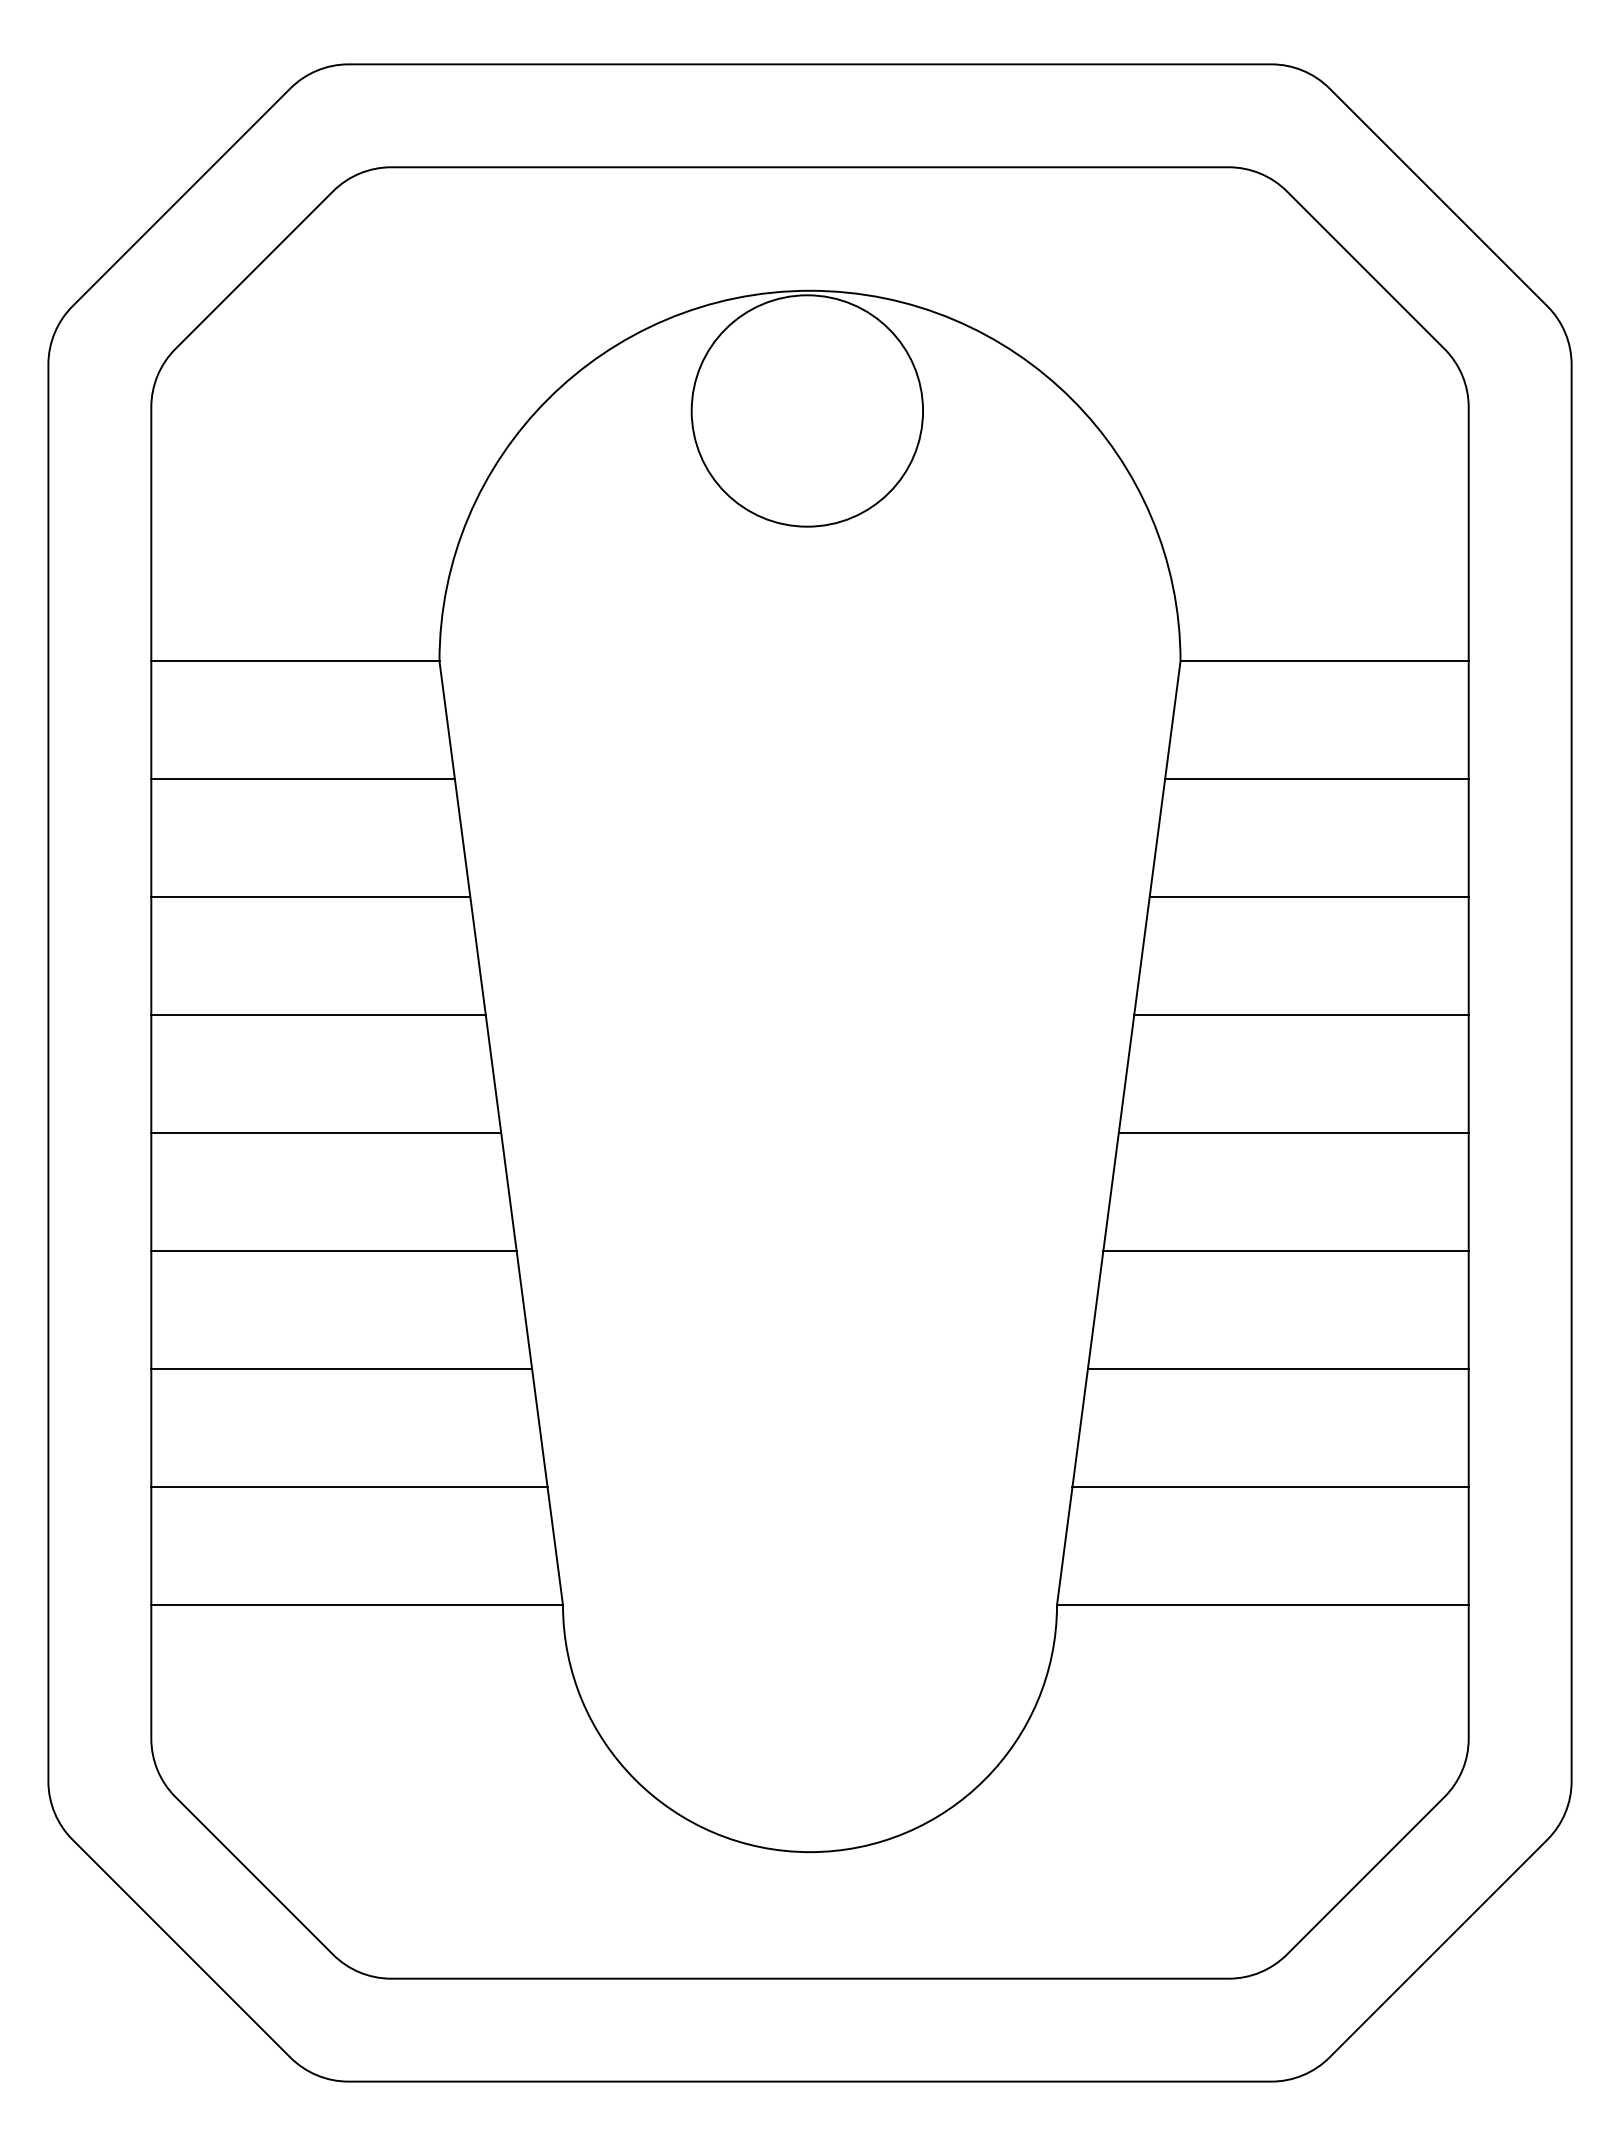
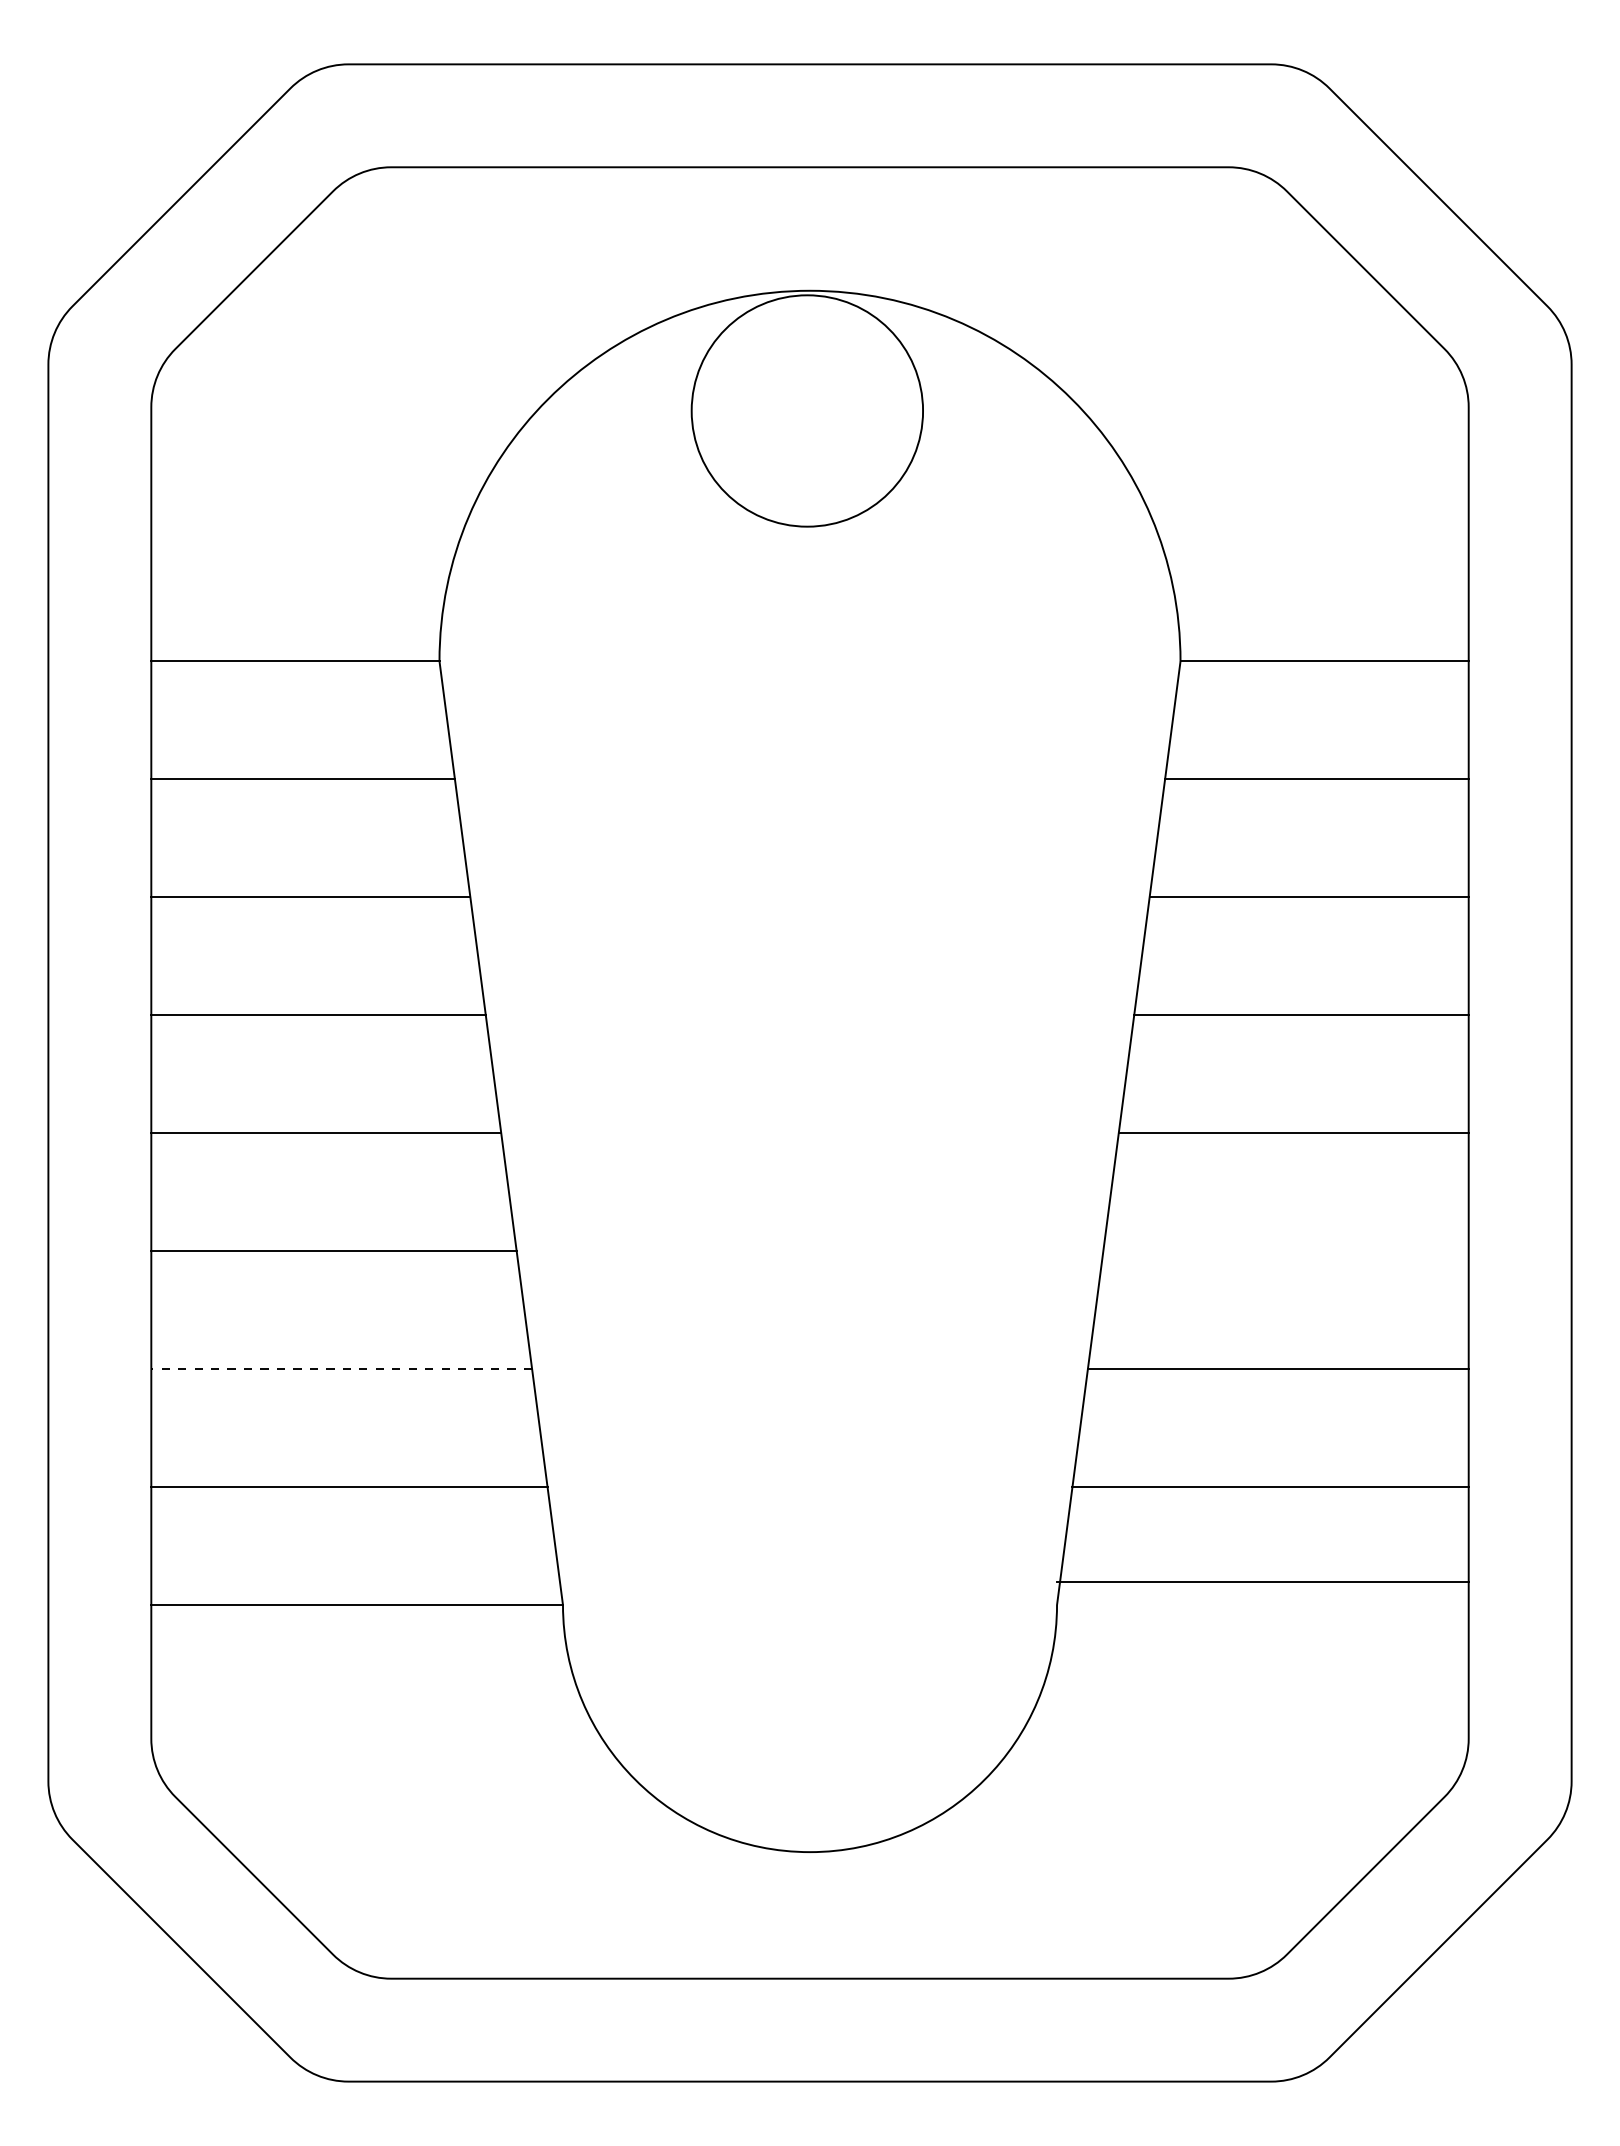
line at (1285, 1251): present -> none
line at (341, 1369): solid -> dashed
line at (1262, 1605) position: (1262, 1605) -> (1262, 1582)
